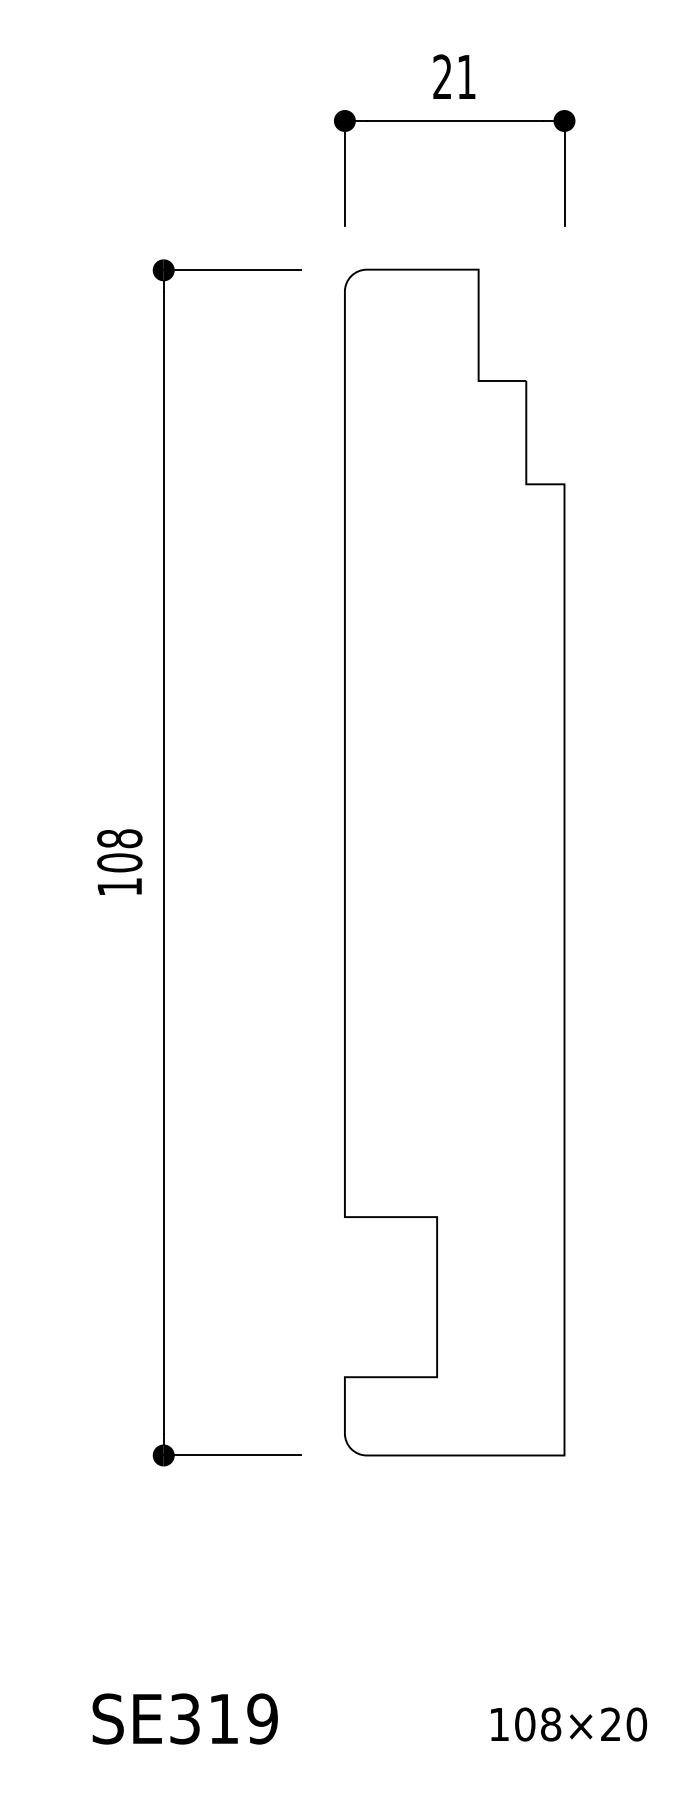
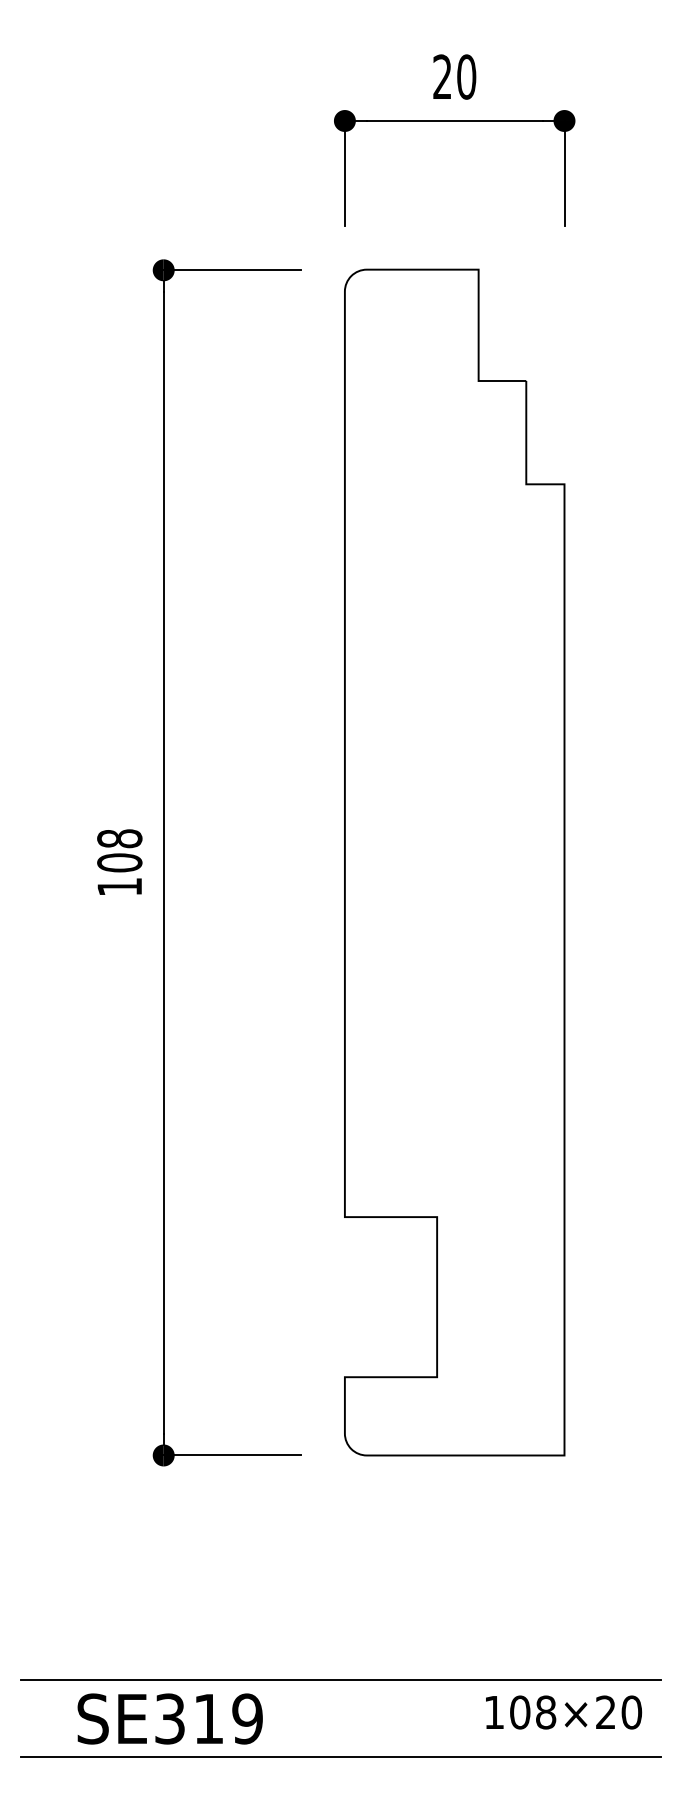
text at (466, 76): 21 -> 20
line at (340, 1679): none -> present
text at (184, 1718) position: (184, 1718) -> (169, 1718)
text at (569, 1724) position: (569, 1724) -> (564, 1712)
line at (340, 1756): none -> present
